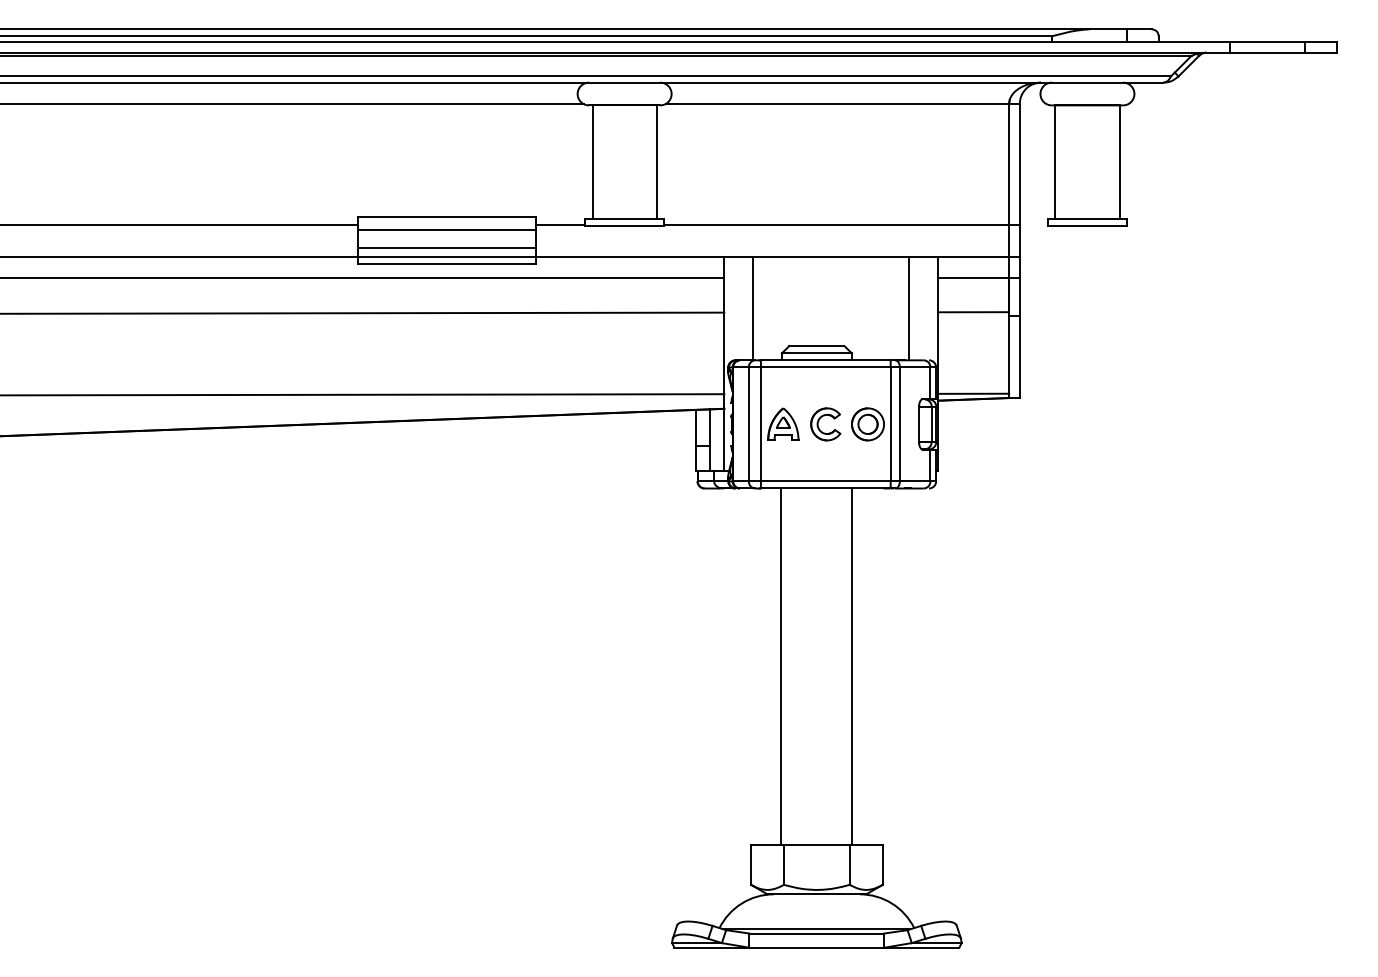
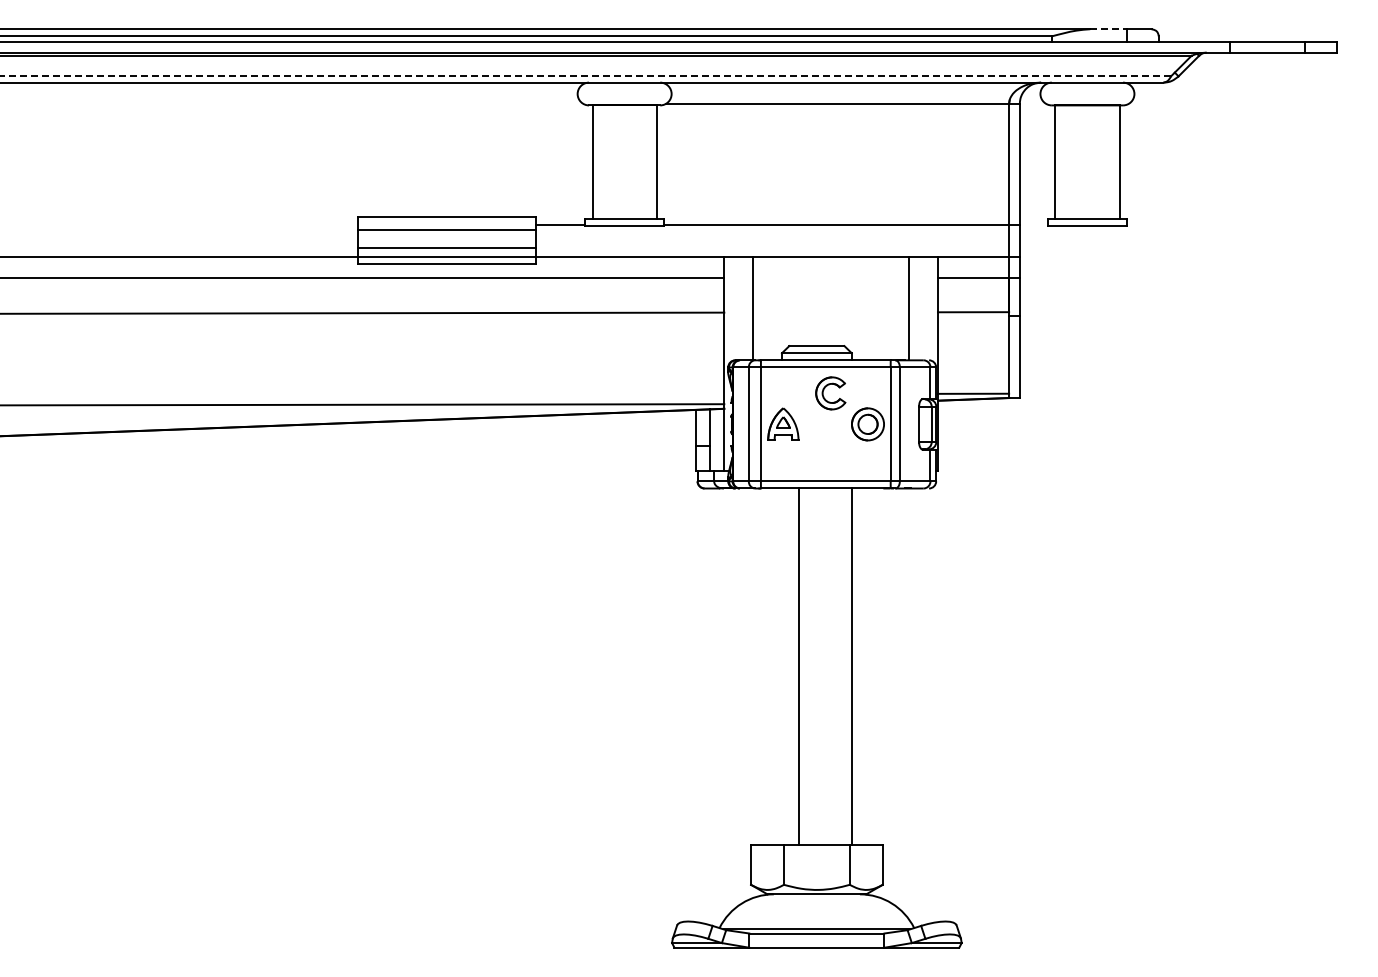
line at (1108, 29): solid -> dashed
line at (585, 76): solid -> dashed
line at (292, 104): present -> none
line at (179, 225): present -> none
line at (363, 394) position: (363, 394) -> (363, 404)
part at (819, 421) position: (819, 421) -> (824, 390)
line at (781, 666) position: (781, 666) -> (799, 666)
